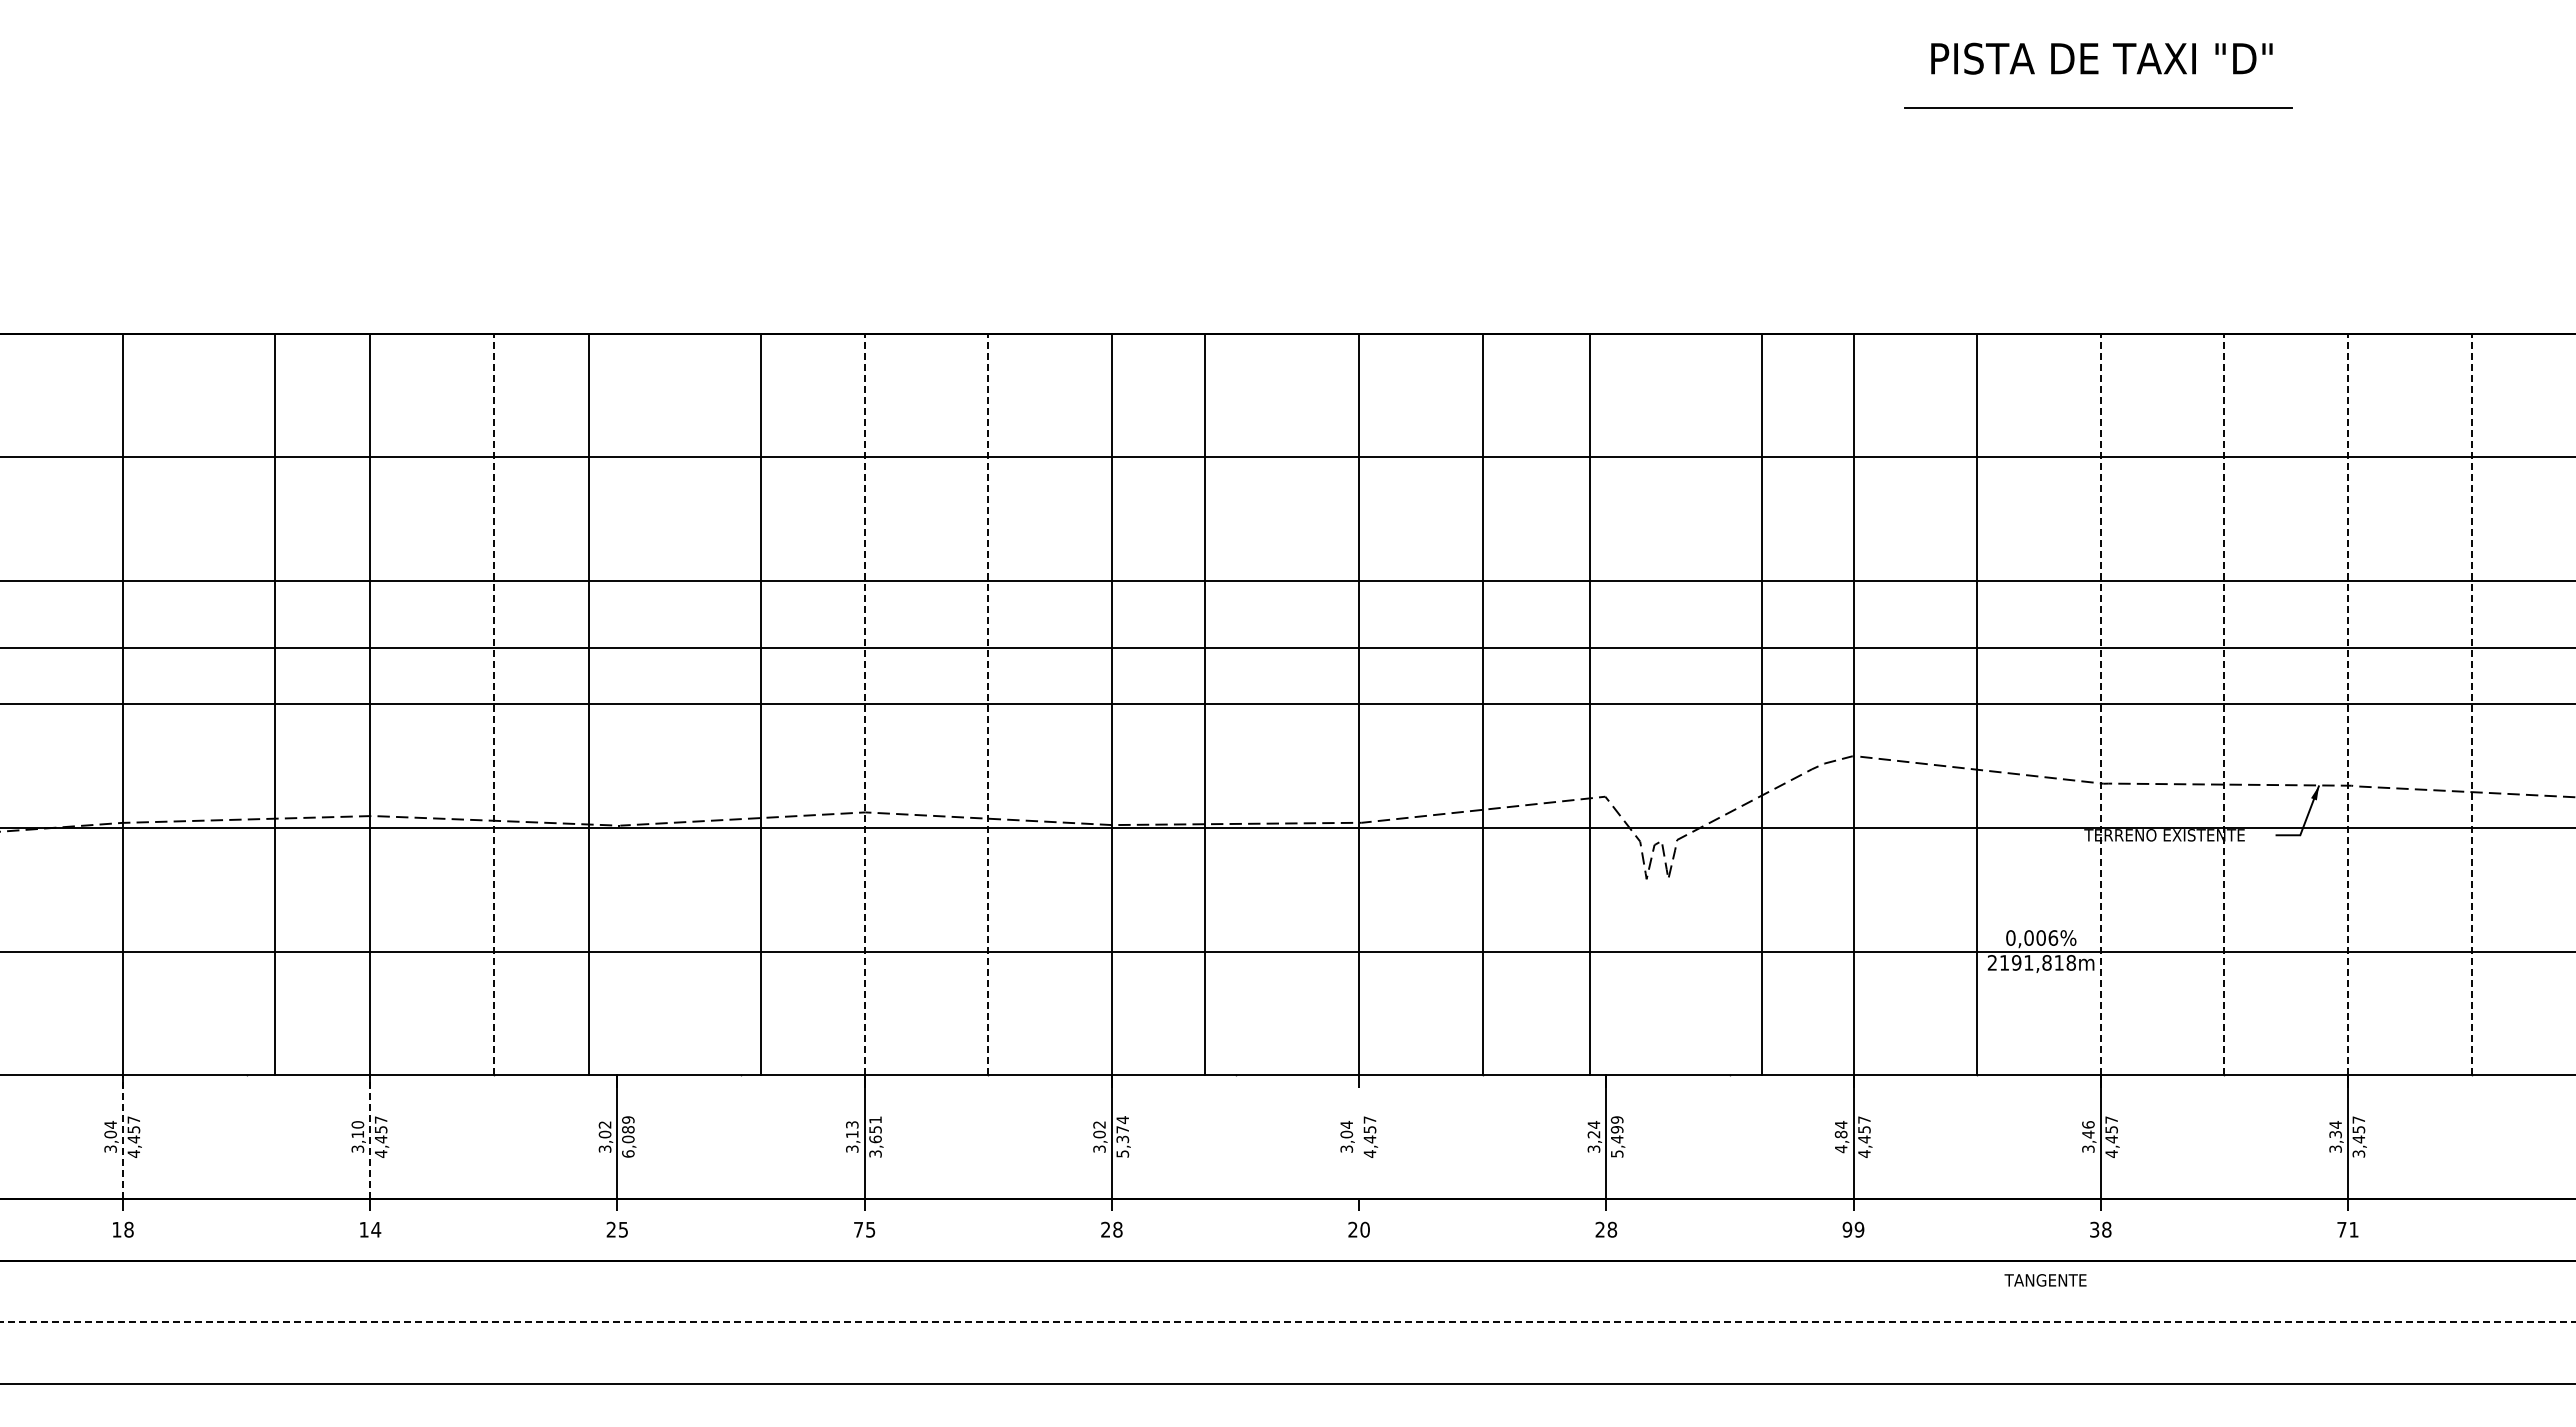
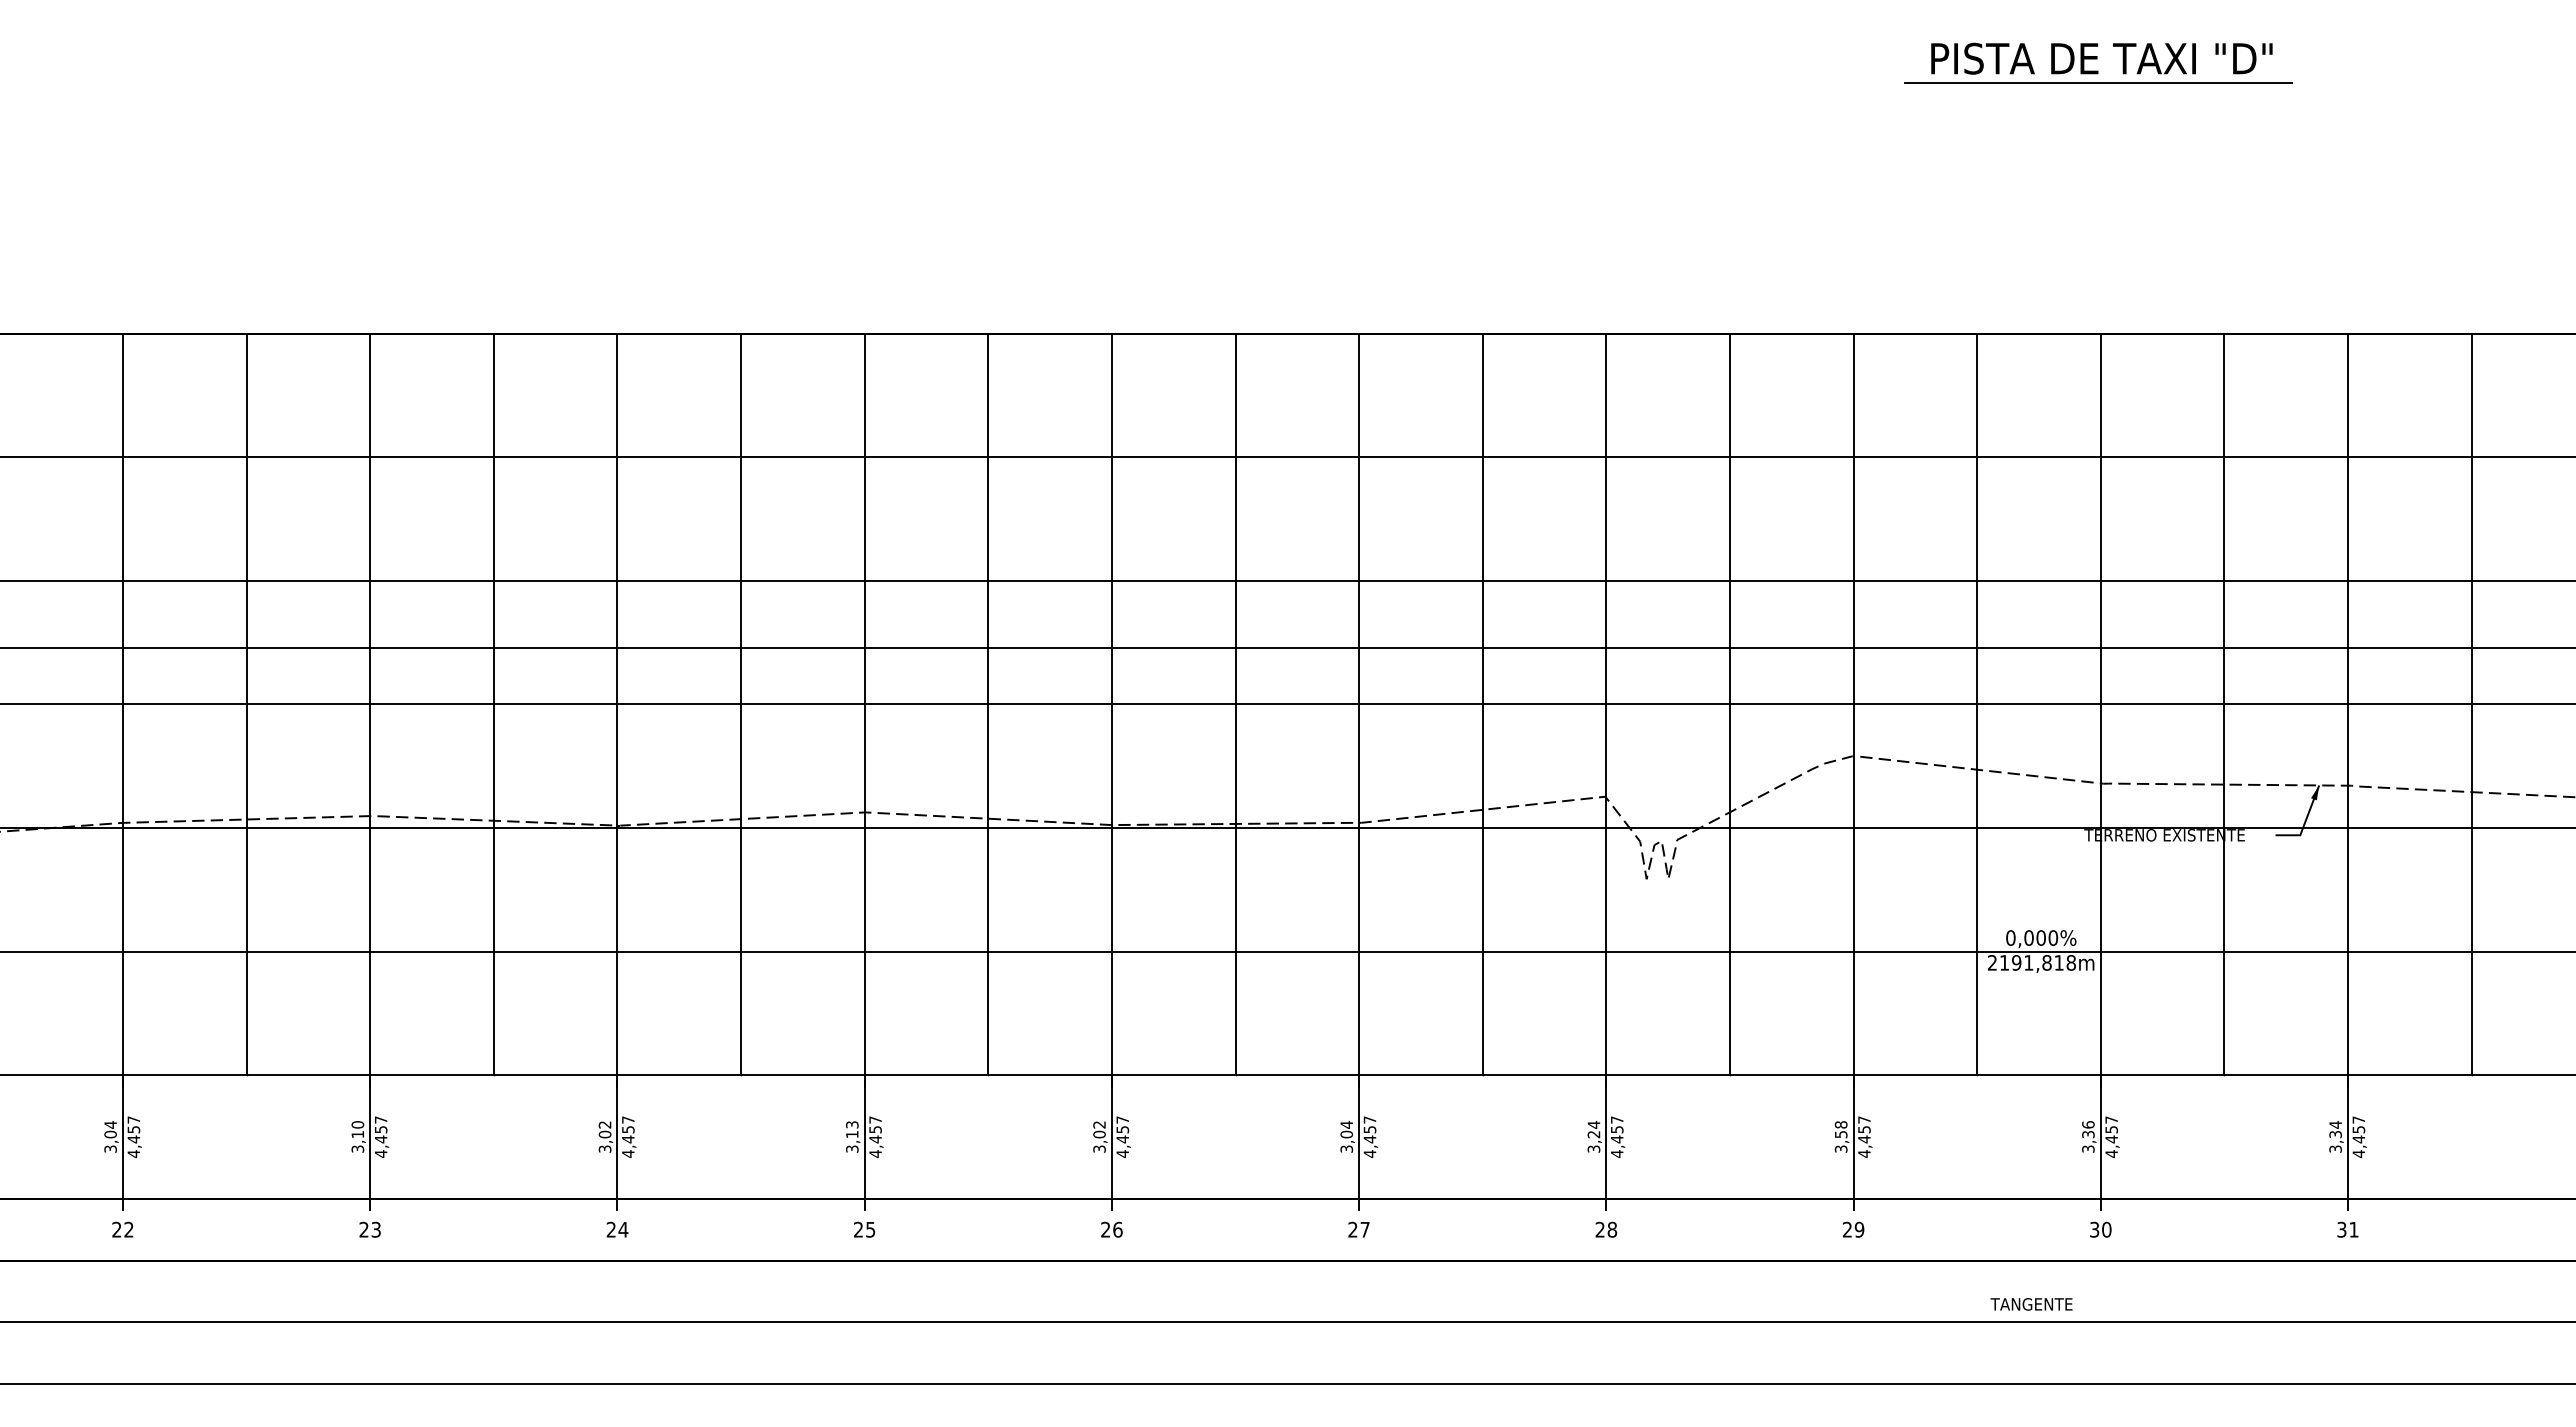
line at (2098, 107) position: (2098, 107) -> (2098, 82)
line at (274, 704) position: (274, 704) -> (246, 704)
line at (493, 704): dashed -> solid
line at (589, 704) position: (589, 704) -> (617, 704)
line at (761, 704) position: (761, 704) -> (741, 704)
line at (864, 704): dashed -> solid
line at (988, 704): dashed -> solid
line at (1204, 704) position: (1204, 704) -> (1235, 704)
line at (1590, 704) position: (1590, 704) -> (1606, 704)
line at (1761, 704) position: (1761, 704) -> (1729, 704)
line at (2100, 704): dashed -> solid
line at (2224, 704): dashed -> solid
line at (2348, 704): dashed -> solid
line at (2471, 704): dashed -> solid
text at (2053, 937): 0,006% -> 0,000%
text at (2088, 1134): 3,46 -> 3,36
text at (875, 1136): 3,651 -> 4,457
line at (1359, 1136): none -> present
line at (123, 1137): dashed -> solid
line at (370, 1137): dashed -> solid
text at (628, 1137): 6,089 -> 4,457
text at (1122, 1137): 5,374 -> 4,457
text at (1616, 1137): 5,499 -> 4,457
text at (1840, 1137): 4,84 -> 3,58
text at (2358, 1154): 3,457 -> 4,457
text at (122, 1229): 18 -> 22
text at (370, 1229): 14 -> 23
text at (623, 1229): 25 -> 24
text at (858, 1229): 75 -> 25
text at (1117, 1229): 28 -> 26
text at (1364, 1229): 20 -> 27
text at (1847, 1229): 99 -> 29
text at (2106, 1229): 38 -> 30
text at (2341, 1229): 71 -> 31
text at (2045, 1280) position: (2045, 1280) -> (2031, 1304)
line at (1288, 1322): dashed -> solid
